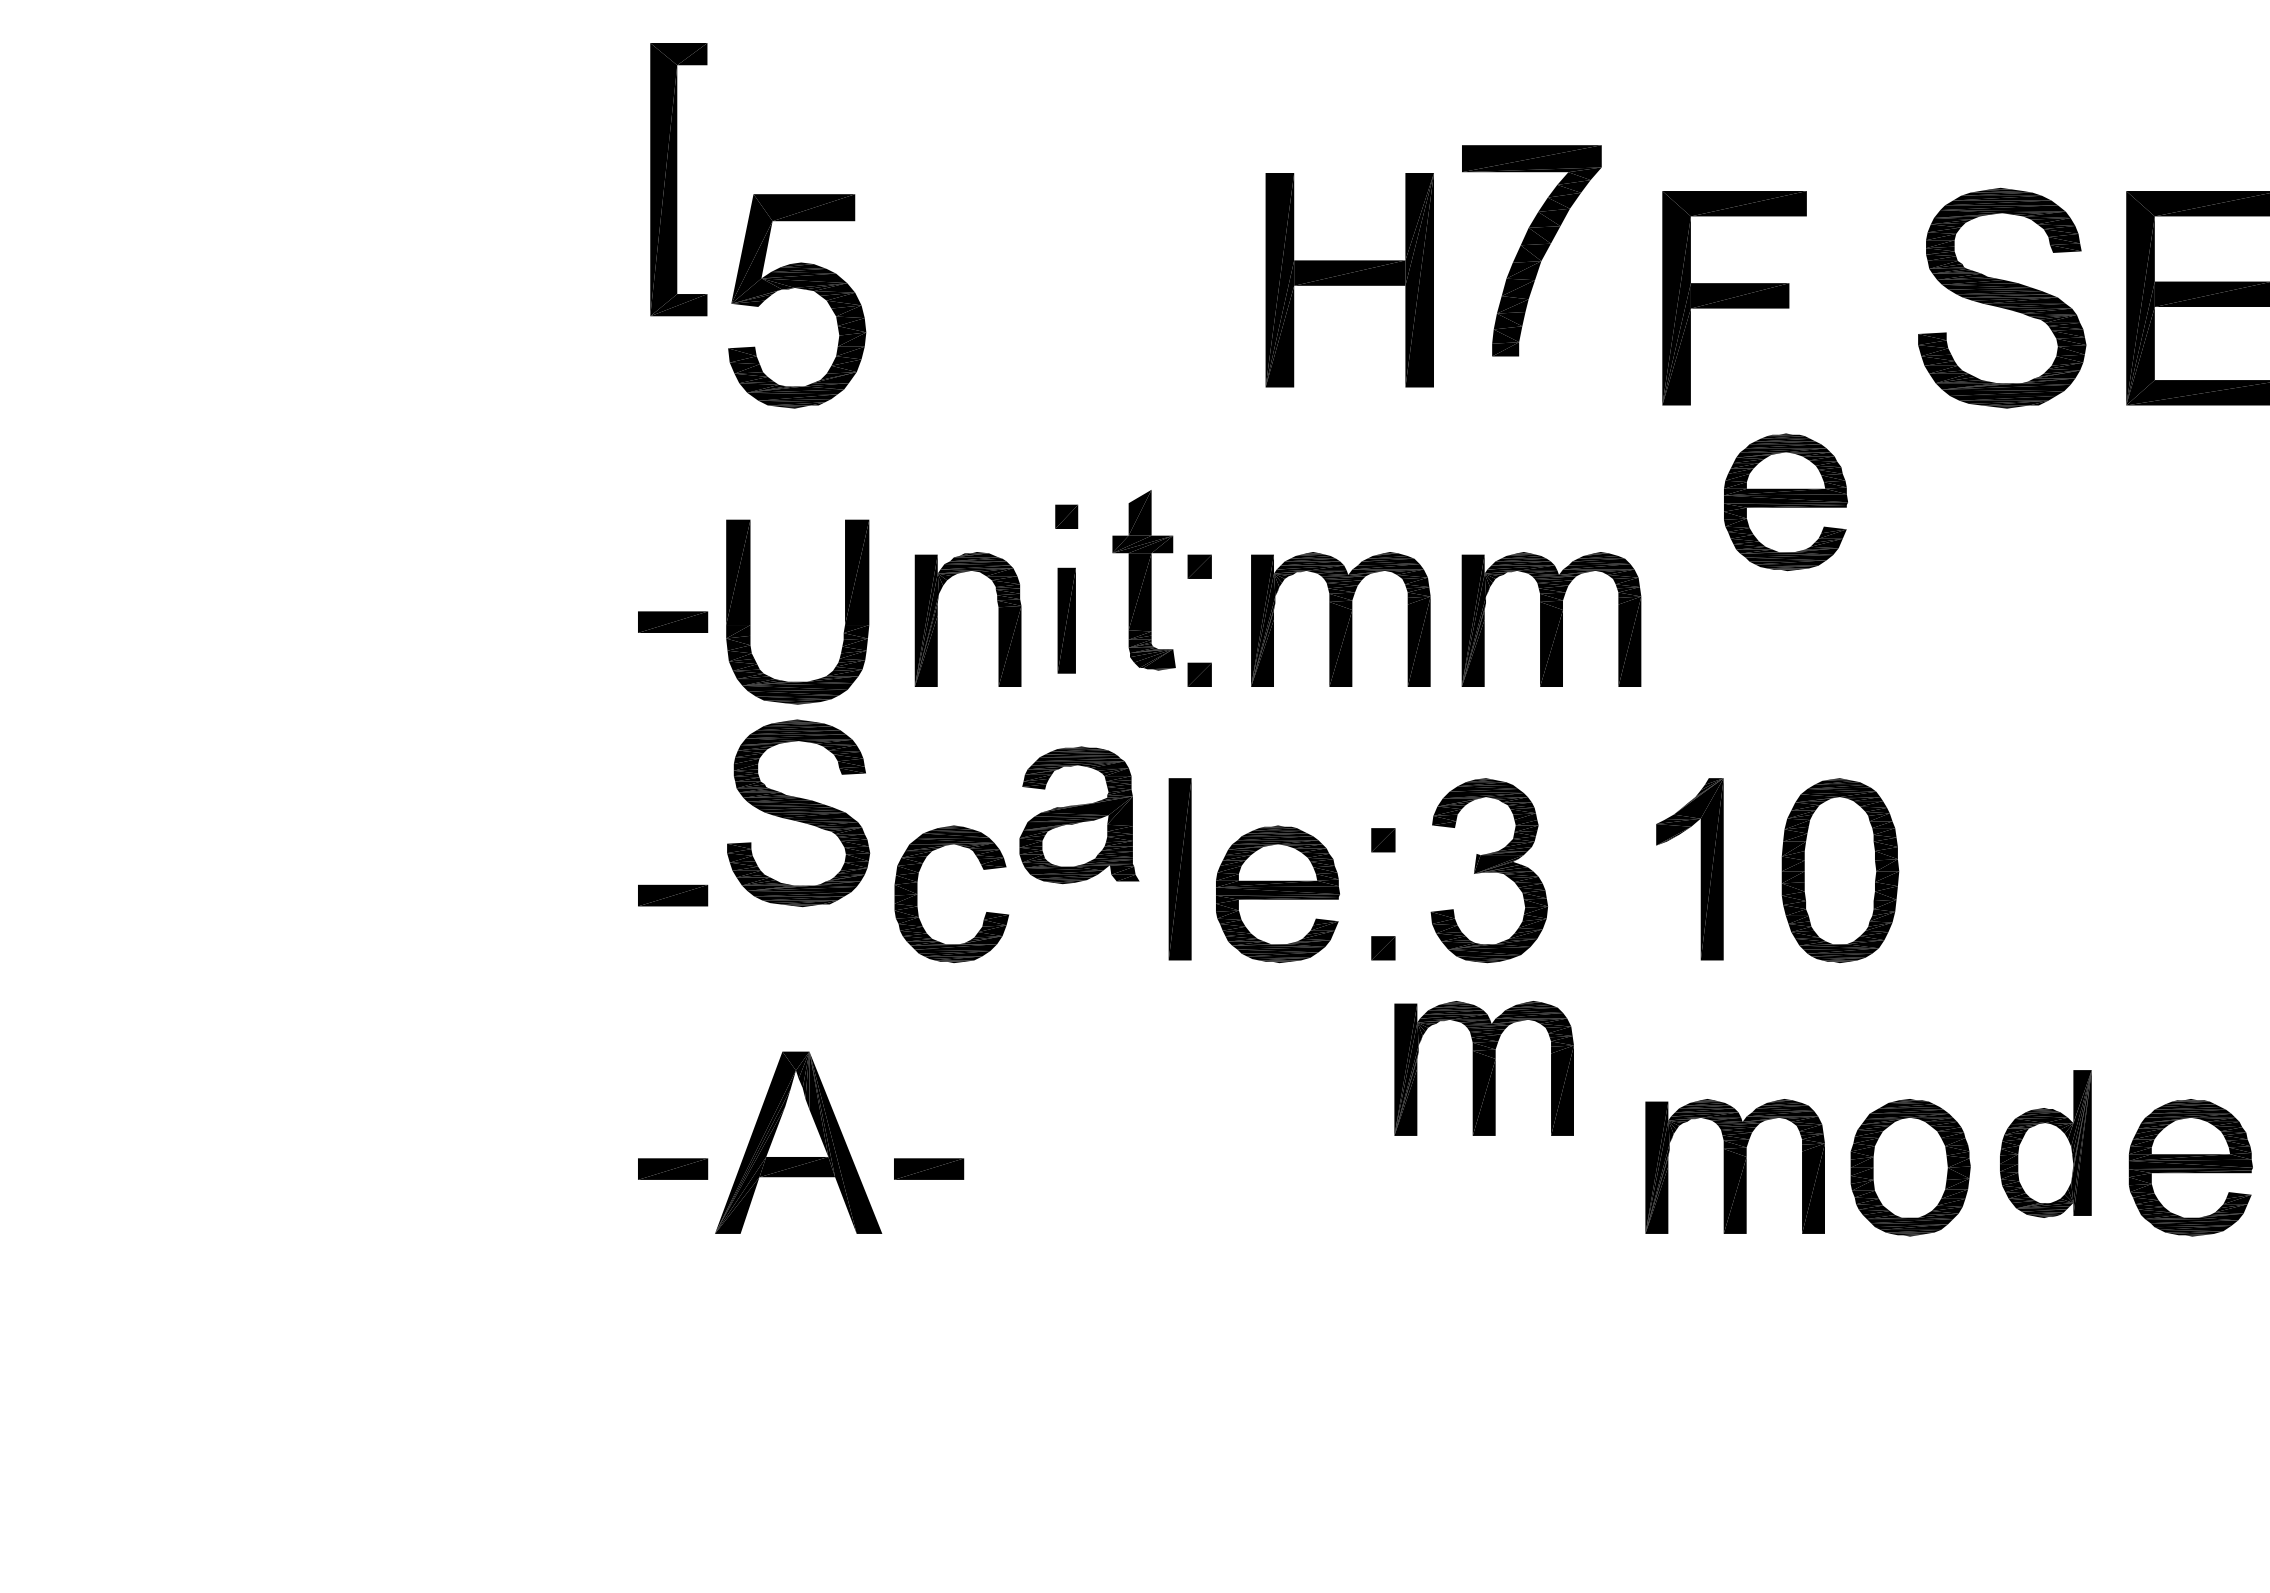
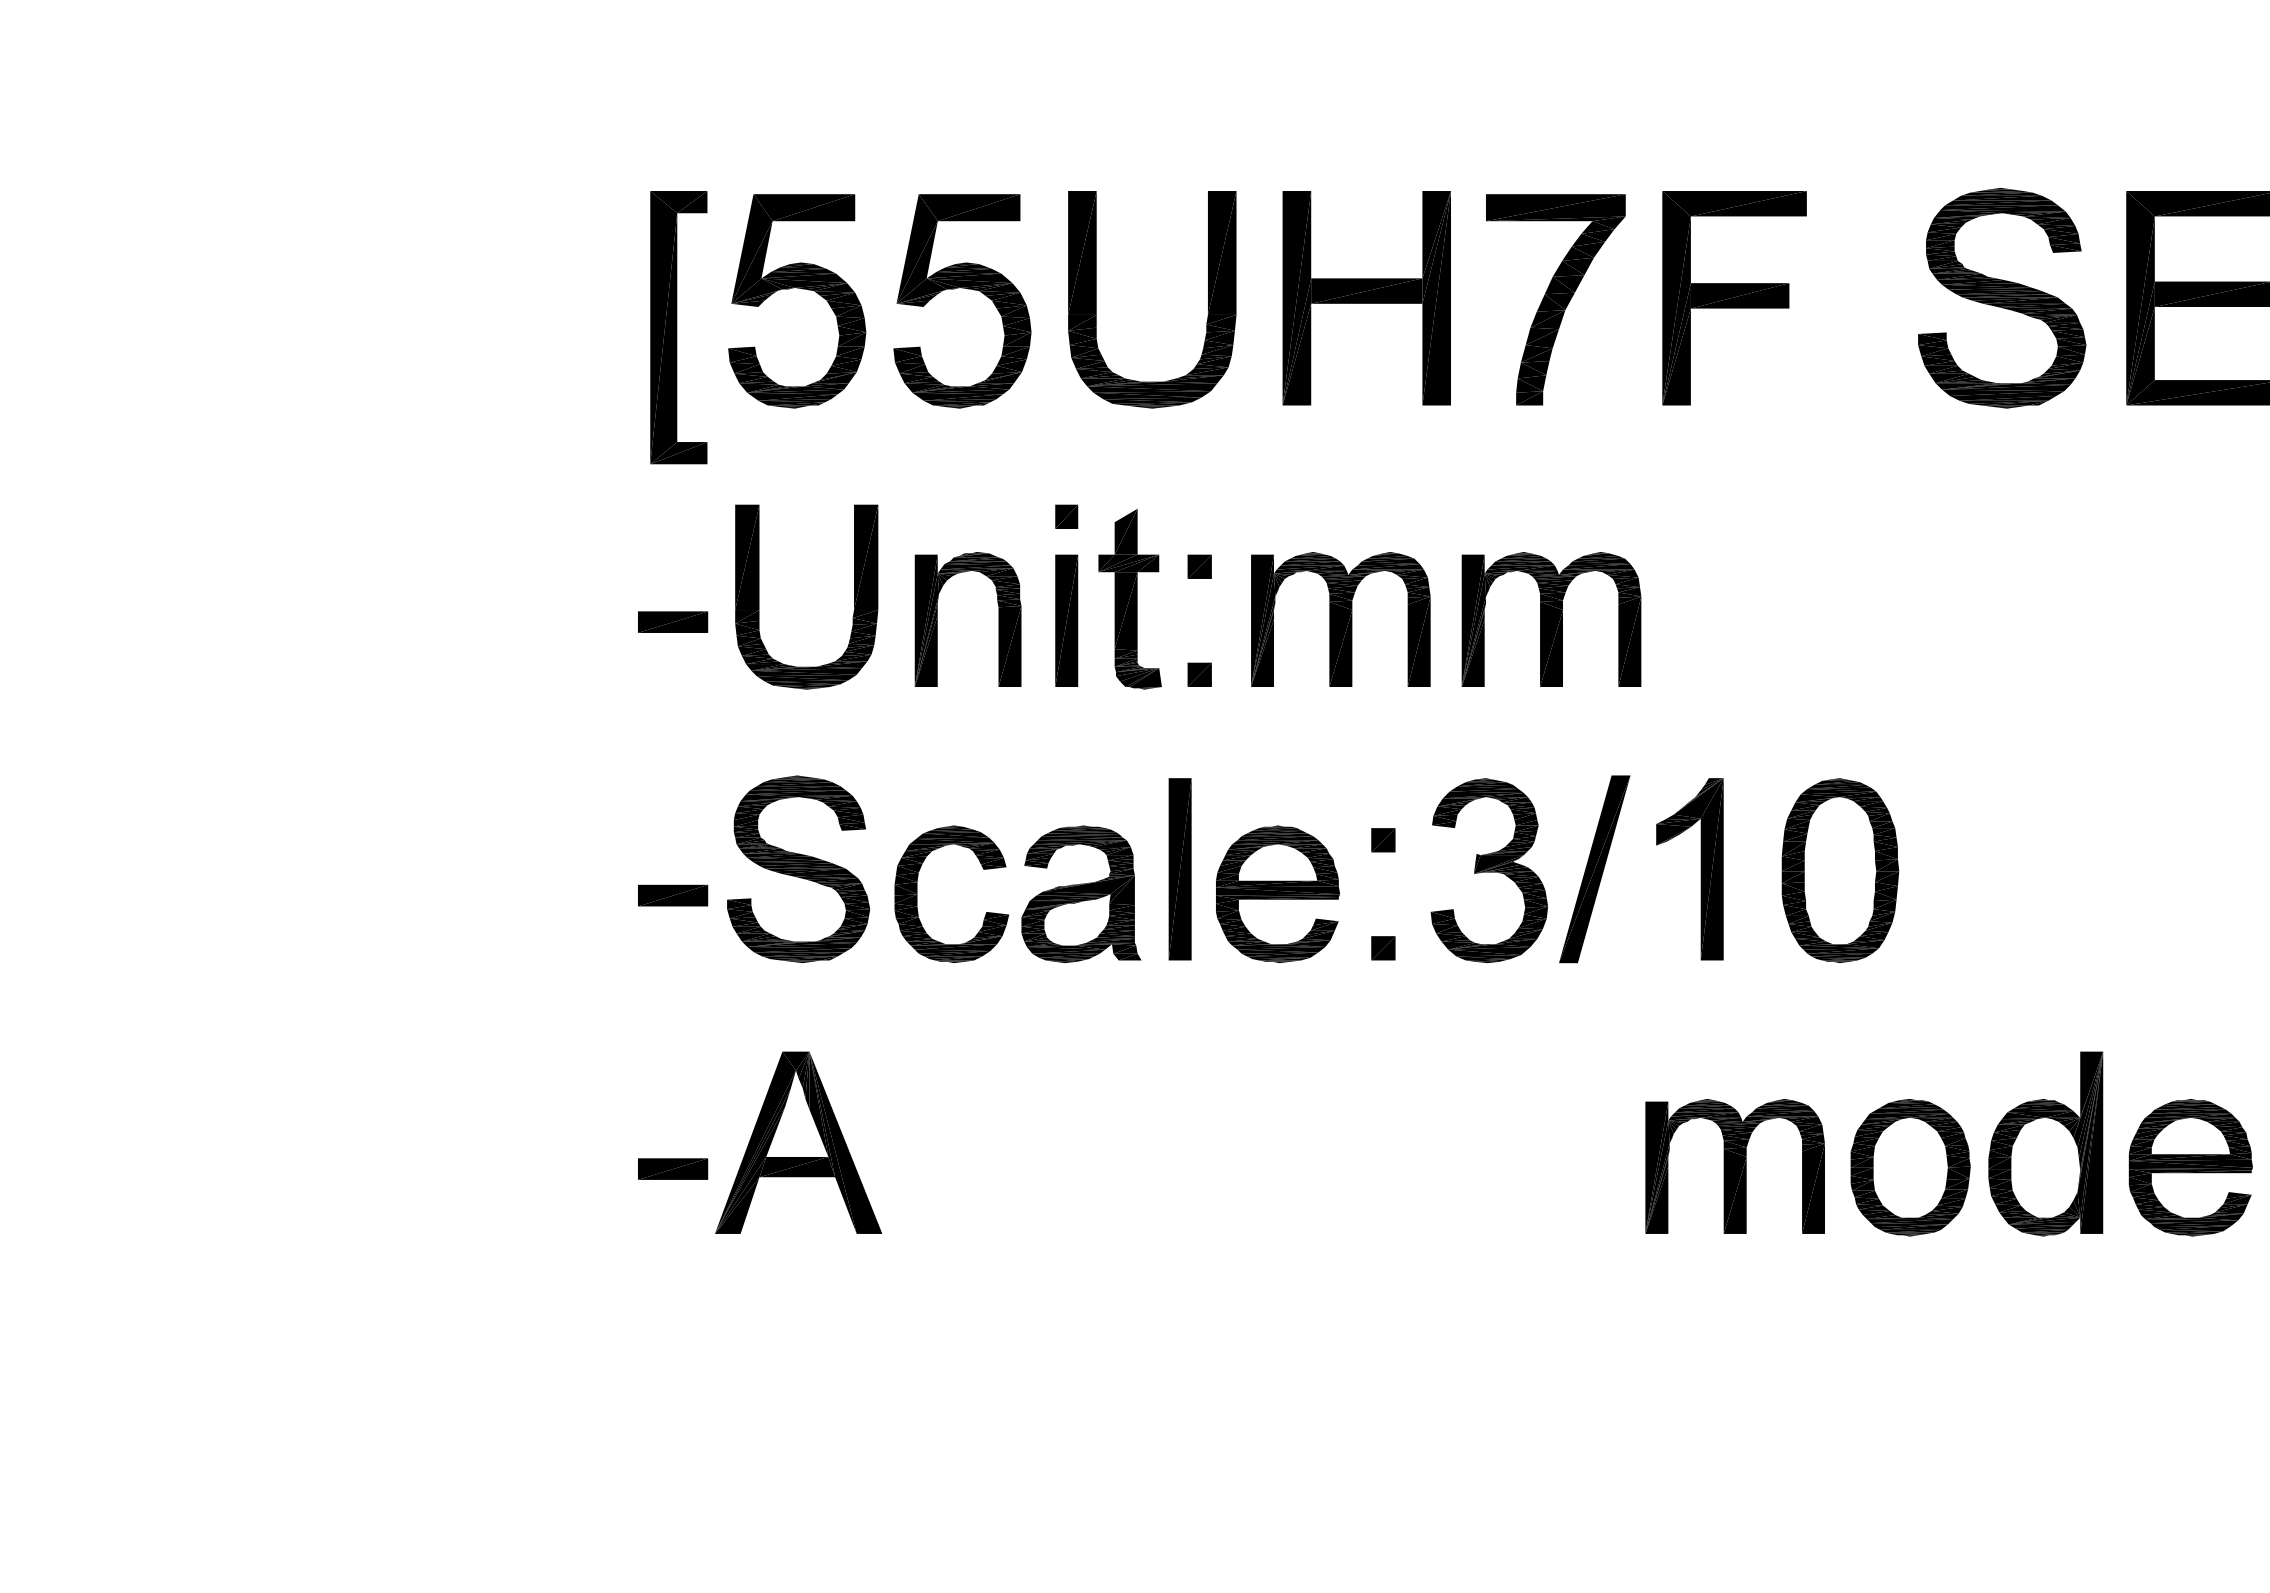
part at (678, 179) position: (678, 179) -> (678, 327)
part at (1531, 250) position: (1531, 250) -> (1555, 299)
part at (1349, 280) position: (1349, 280) -> (1366, 298)
part at (962, 288): none -> present
part at (1096, 299): none -> present
part at (1785, 502): present -> none
part at (1143, 580) position: (1143, 580) -> (1129, 599)
part at (750, 611) position: (750, 611) -> (759, 596)
part at (1066, 620) size: 19x107 px -> 24x133 px
part at (798, 813) position: (798, 813) -> (798, 869)
part at (1079, 815) position: (1079, 815) -> (1081, 894)
part at (1594, 869): none -> present
part at (1483, 1068): present -> none
part at (2045, 1143) size: 92x148 px -> 116x186 px
part at (929, 1168): present -> none
